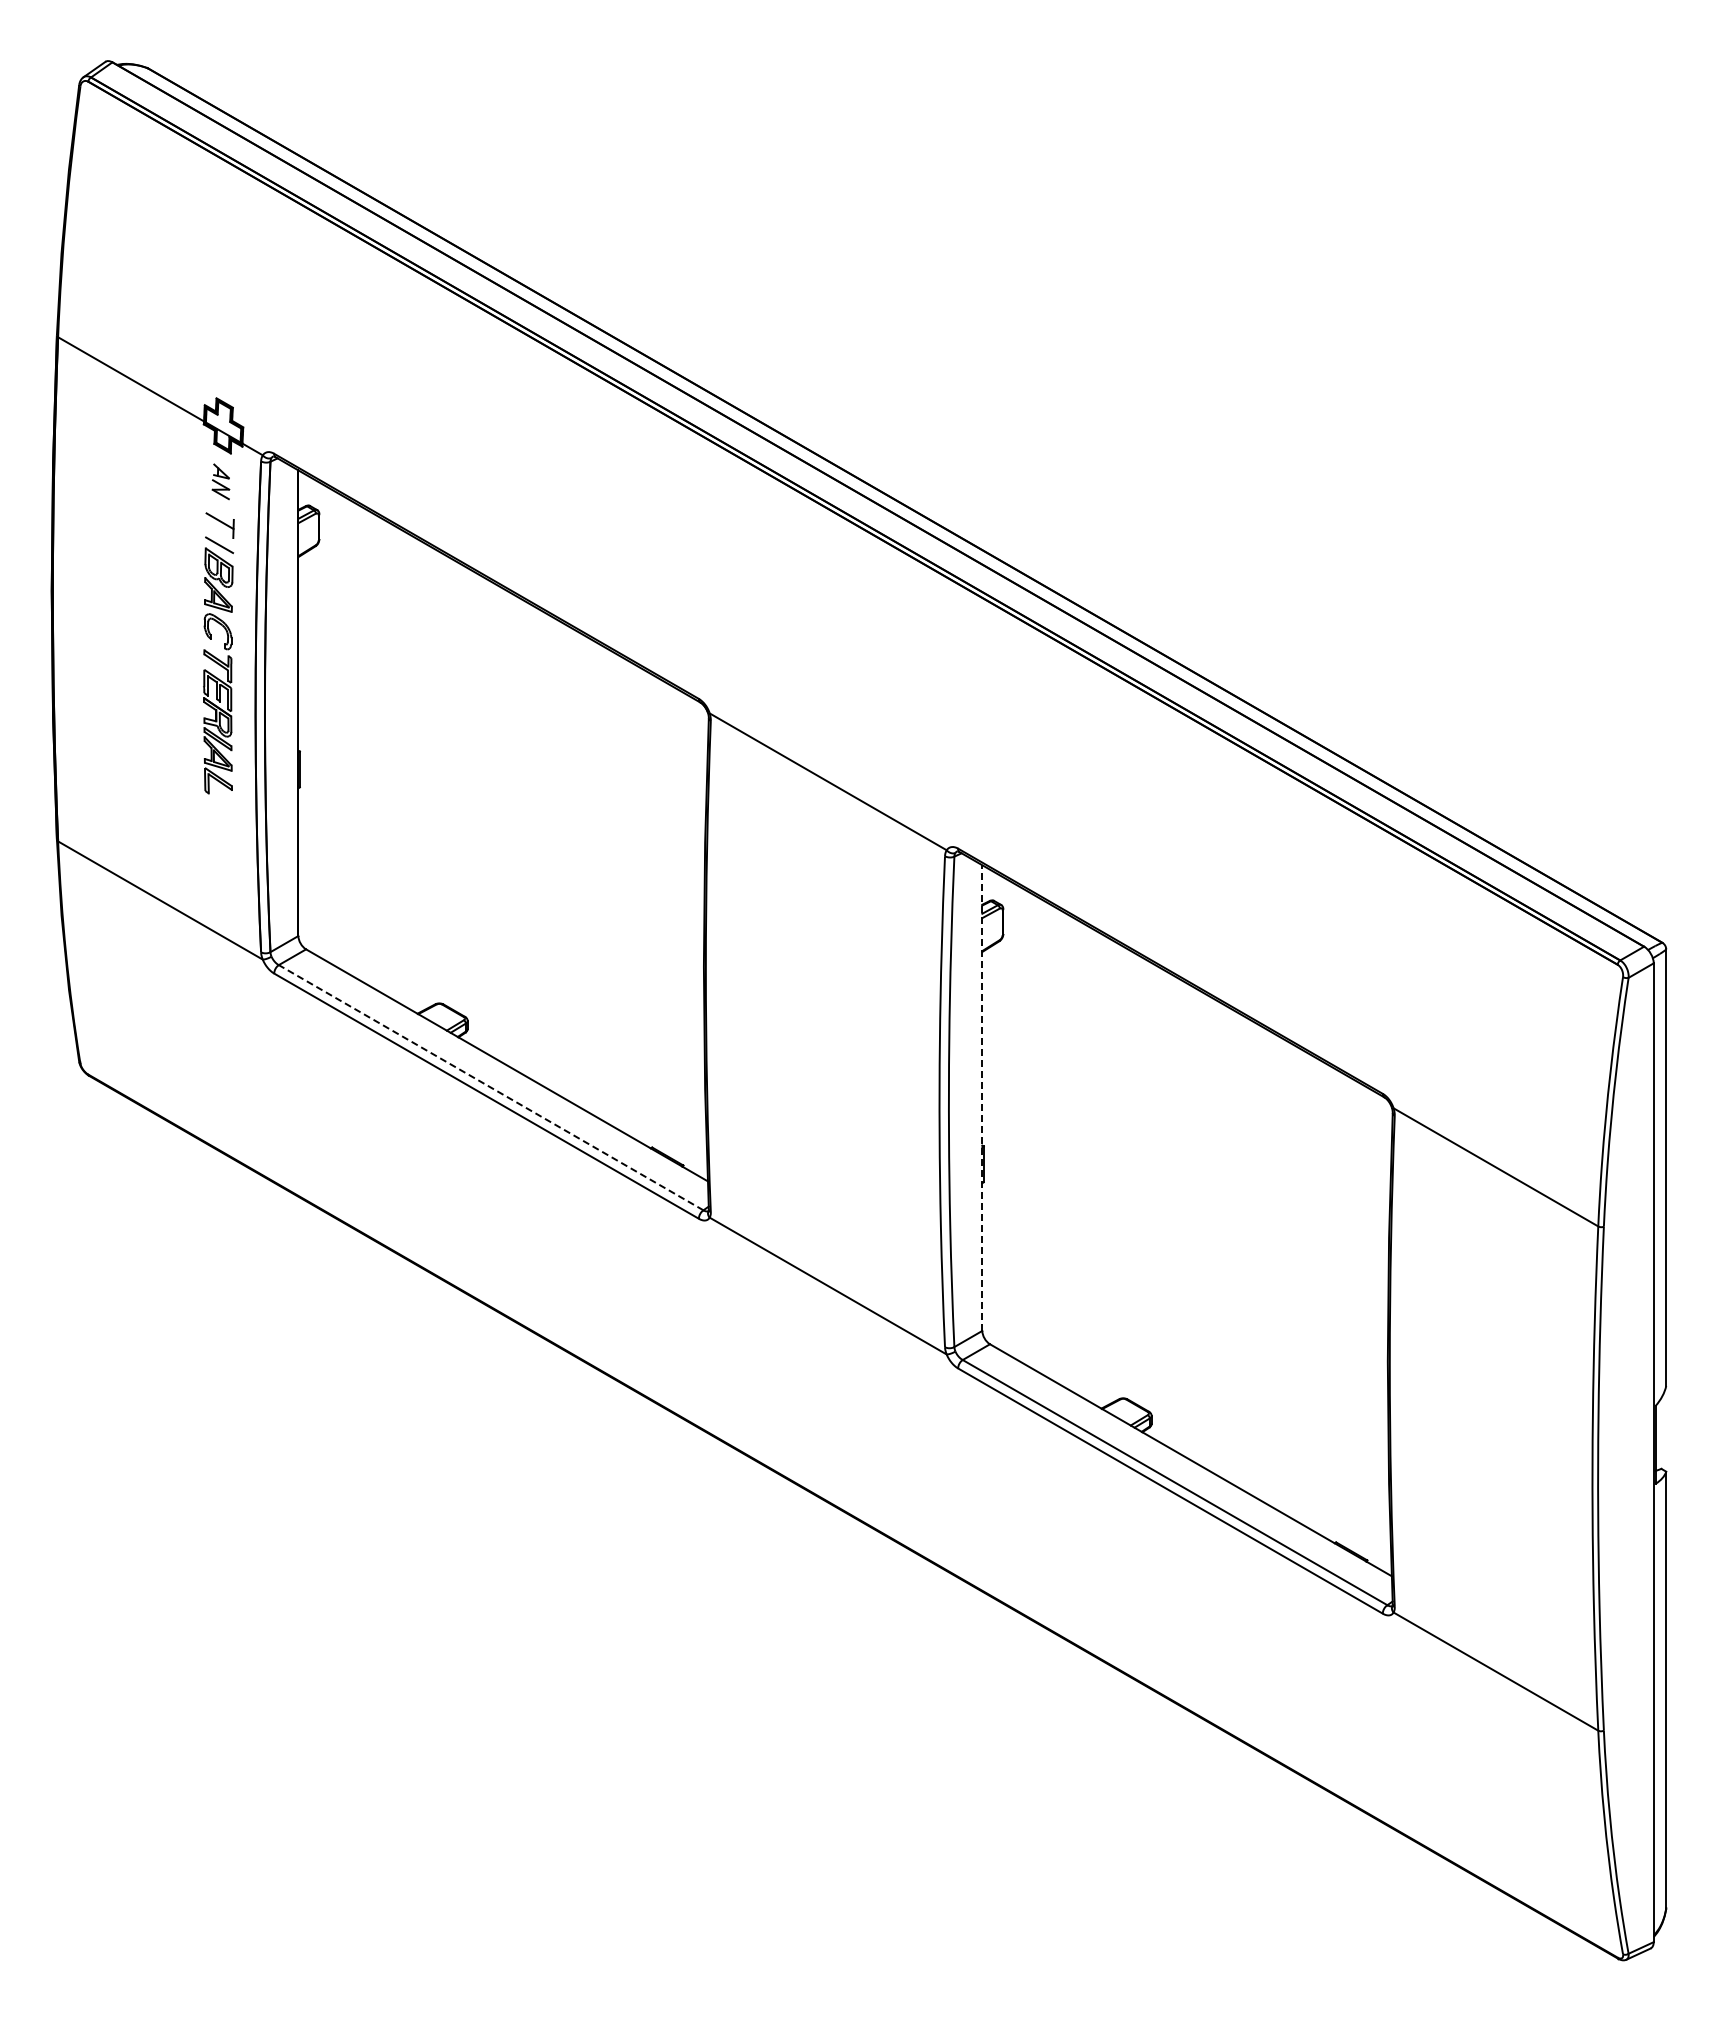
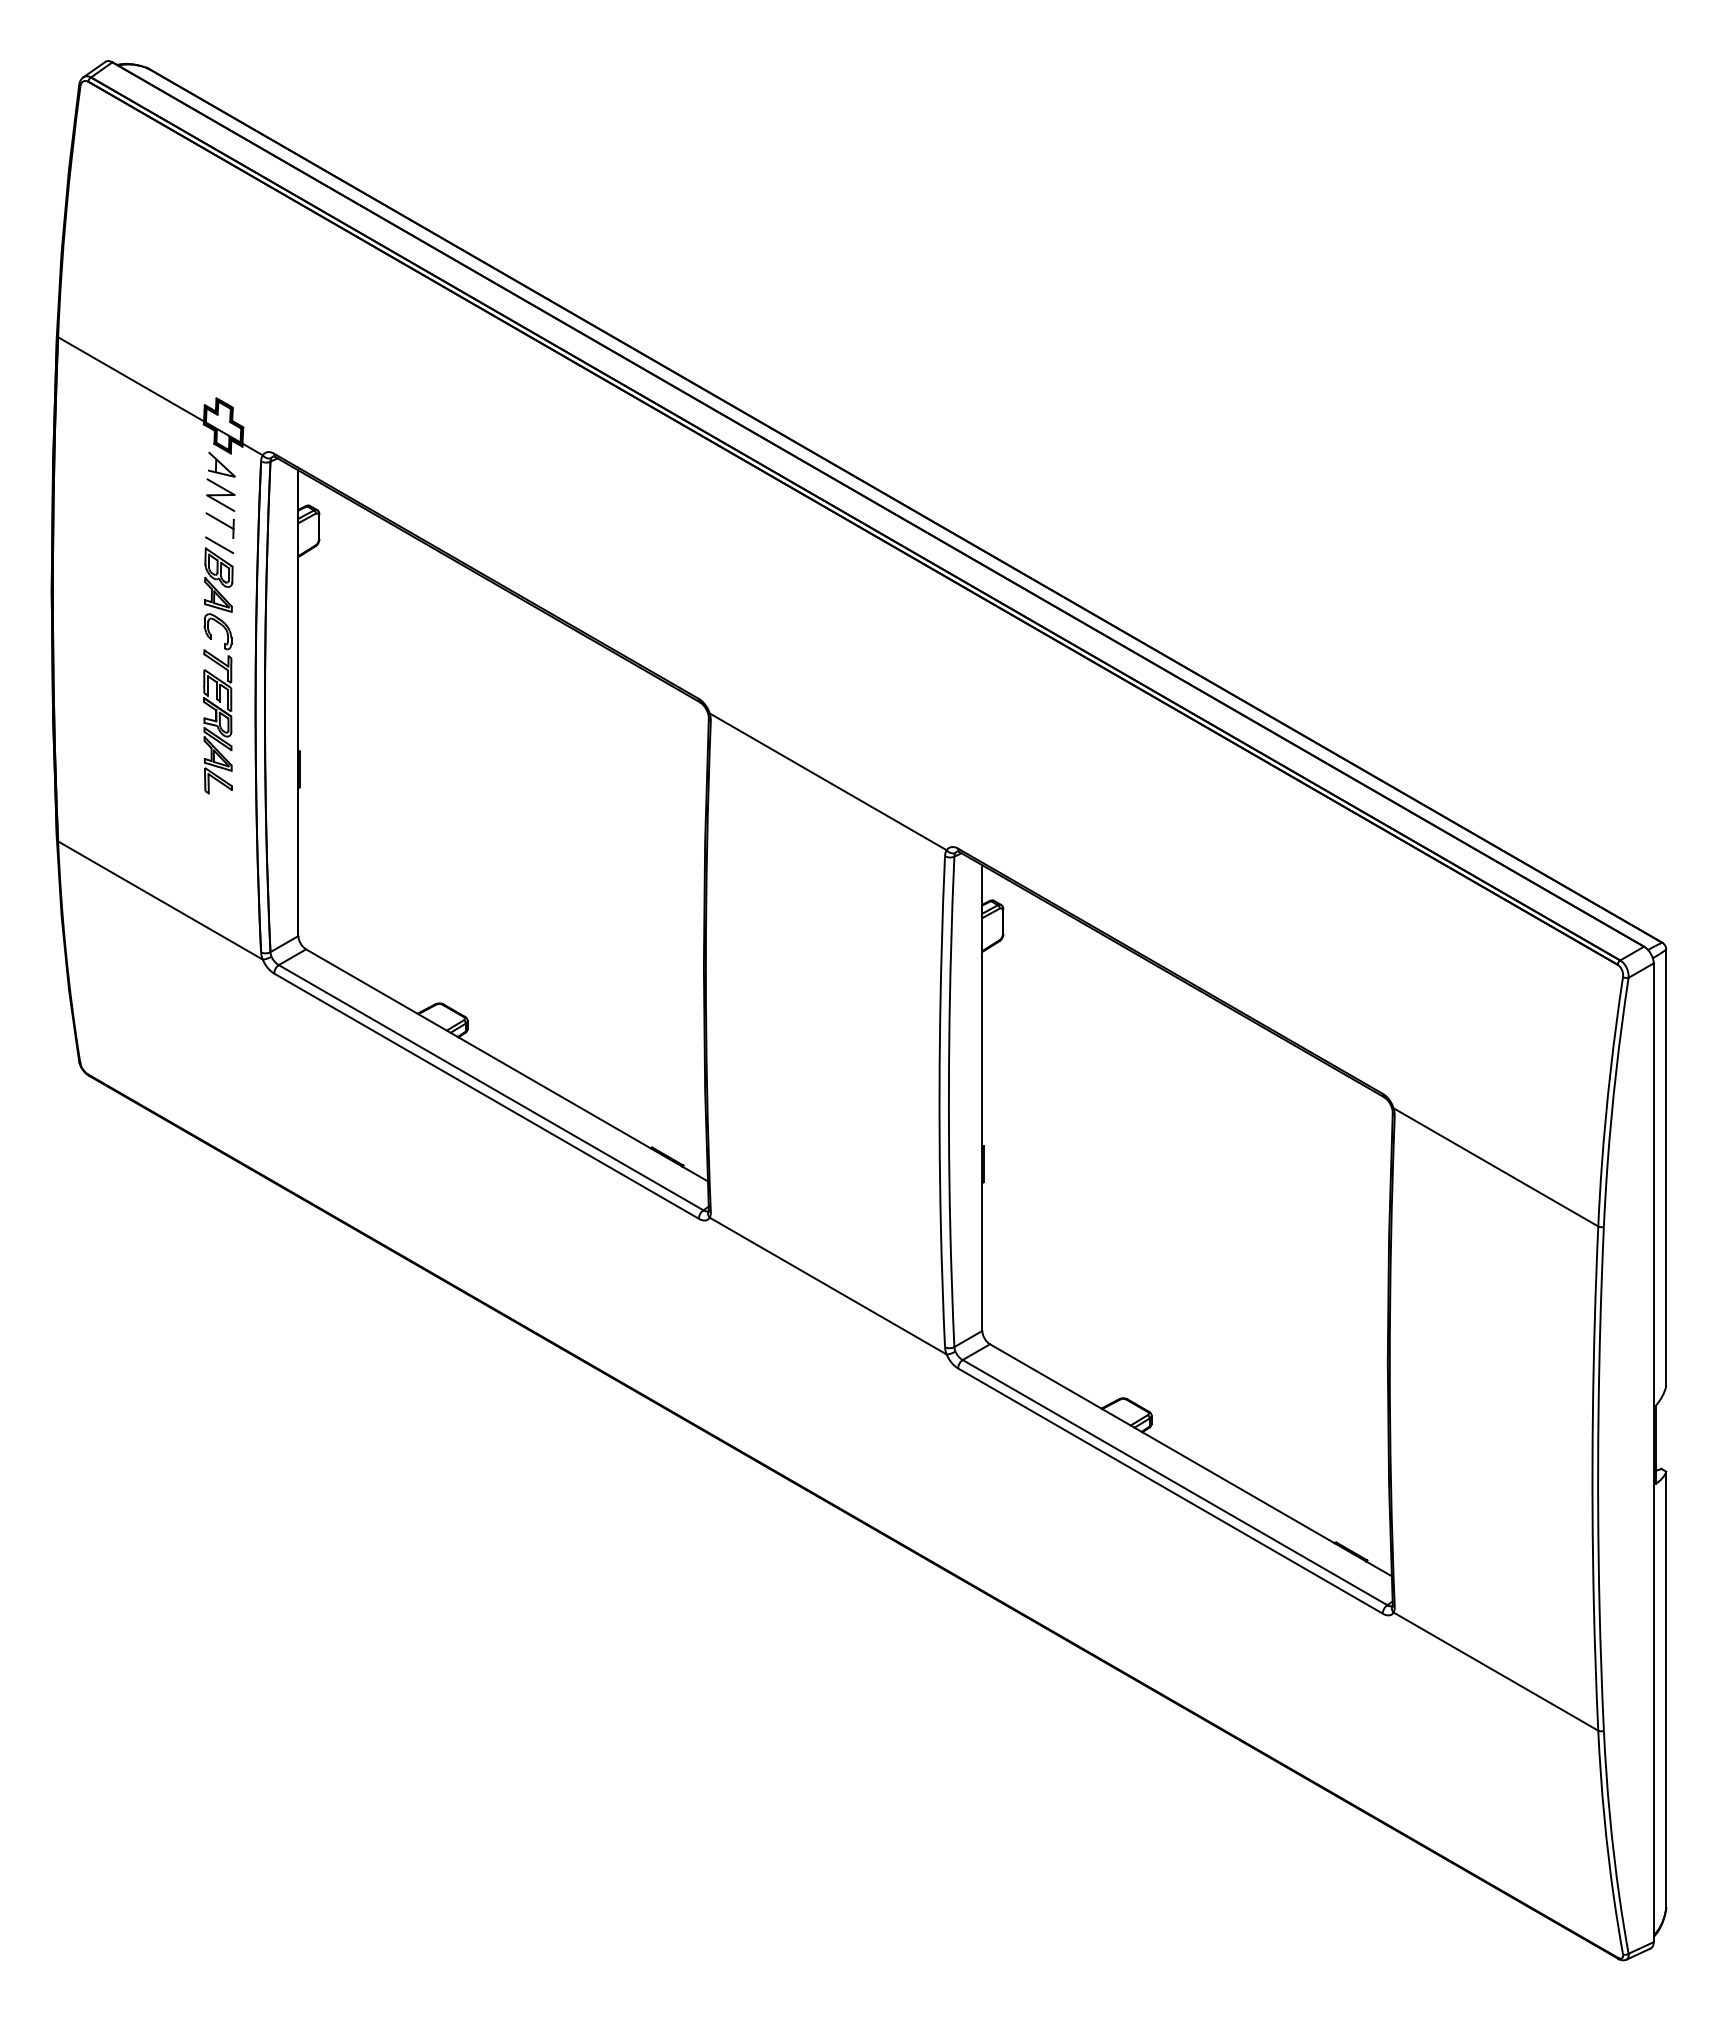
part at (220, 481) size: 20x38 px -> 30x61 px
line at (490, 1087): dashed -> solid
line at (982, 1098): dashed -> solid
